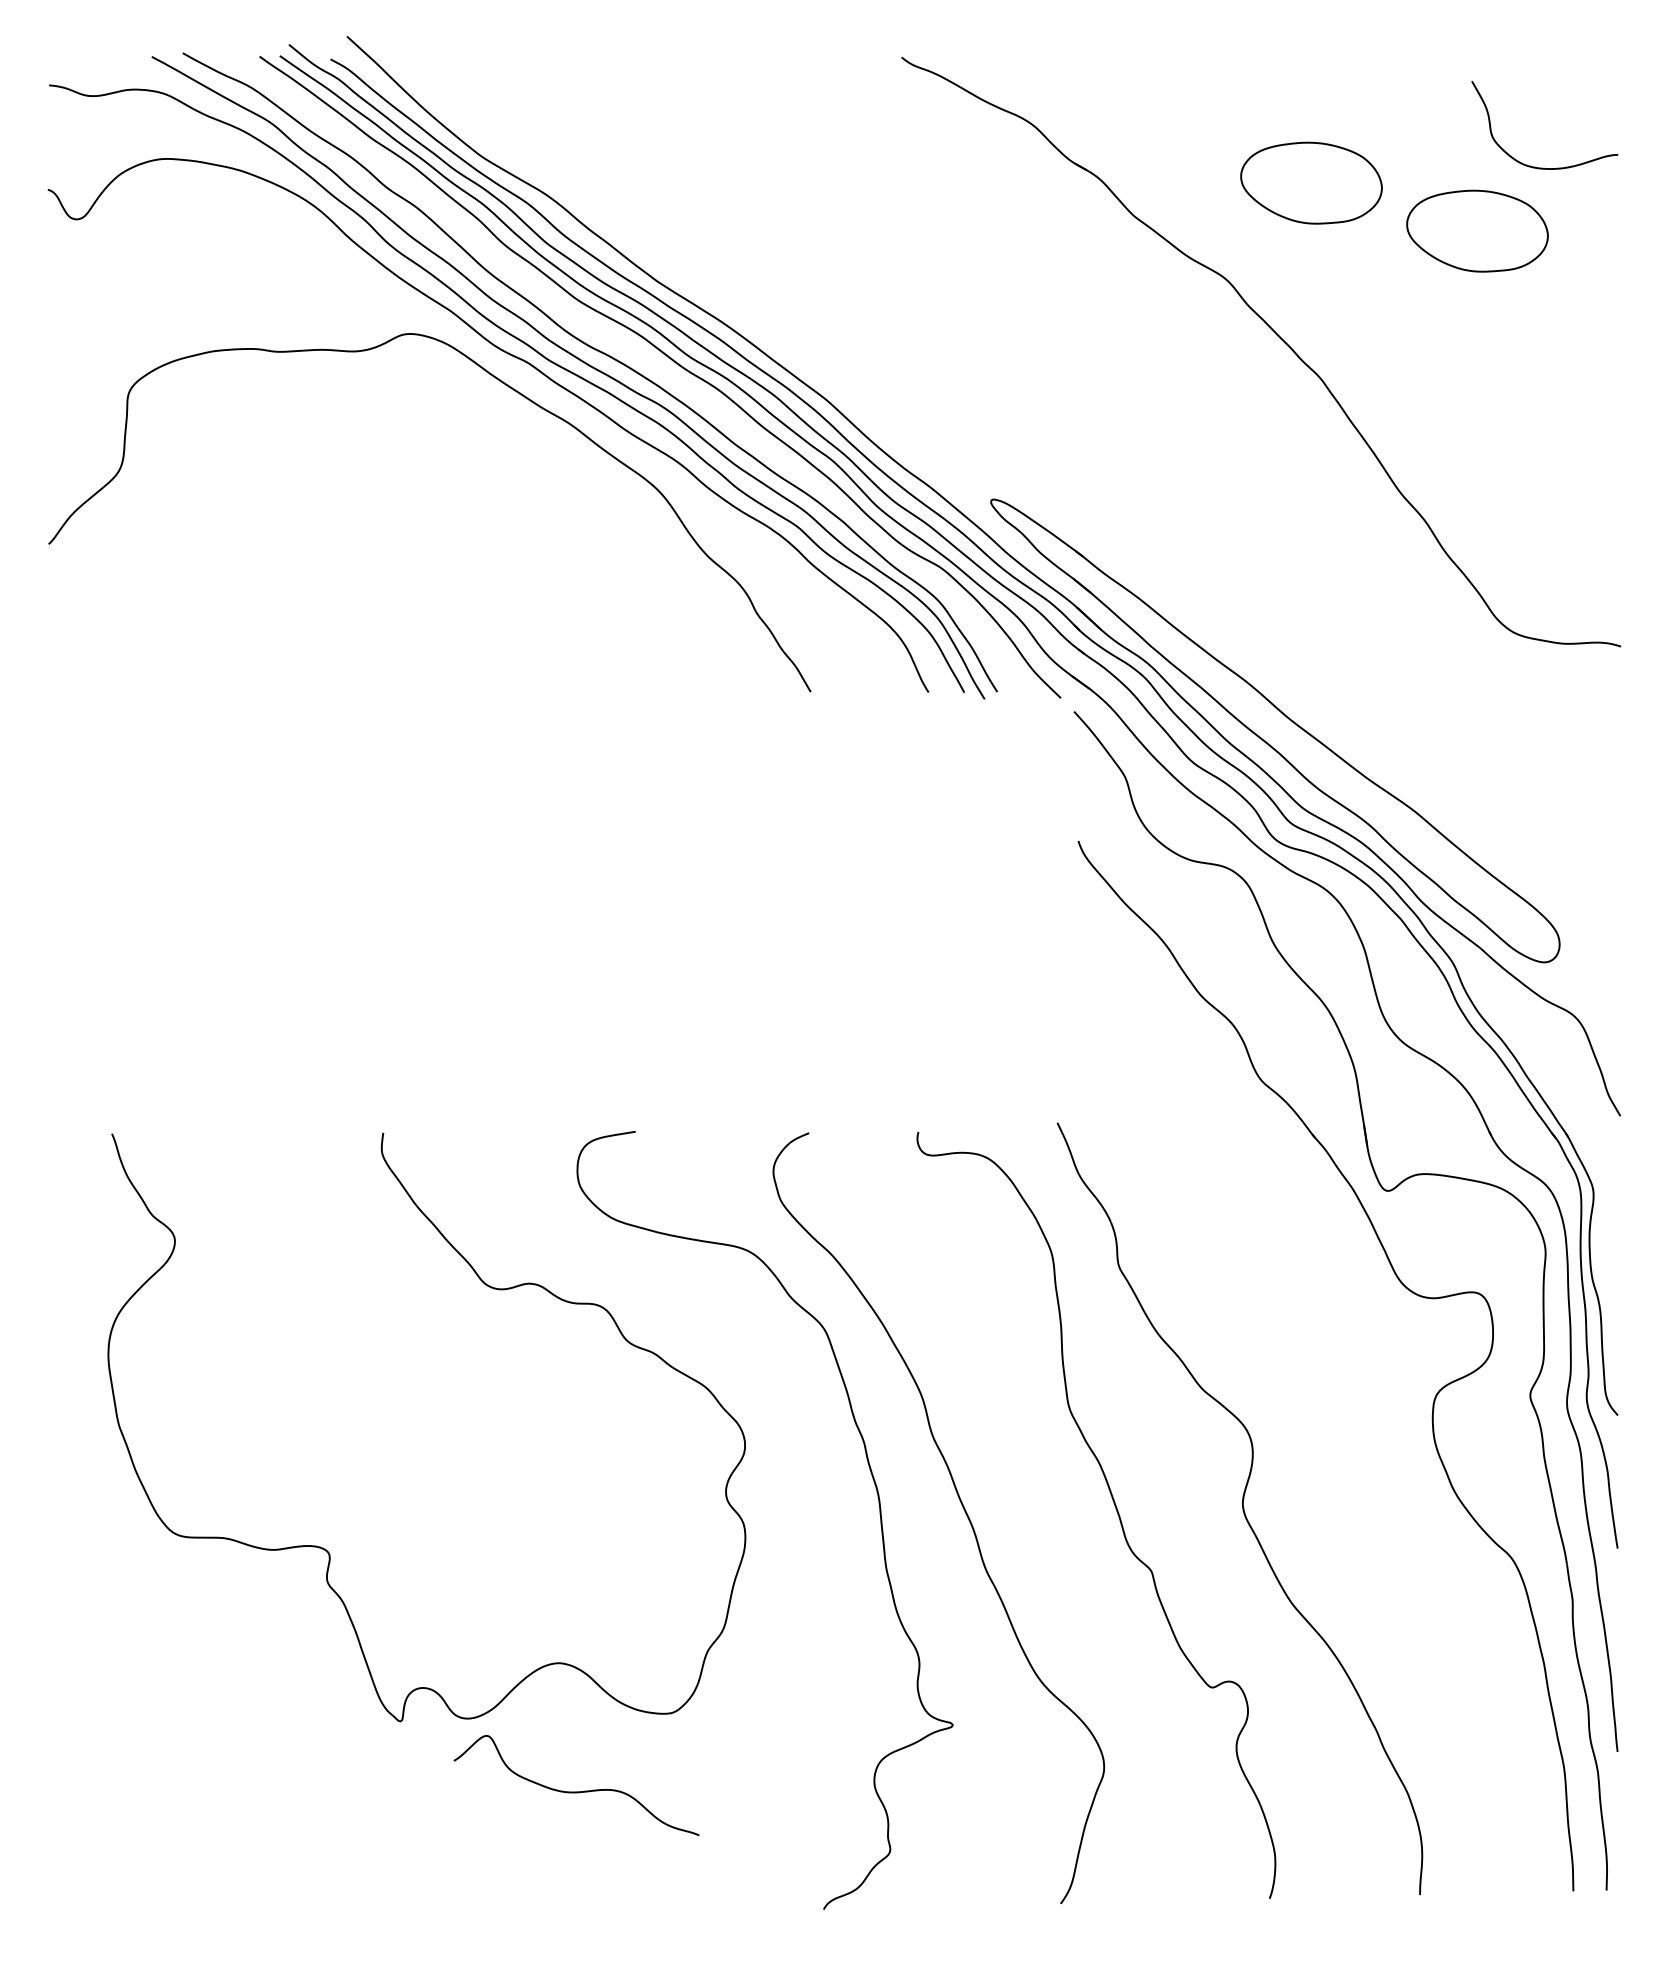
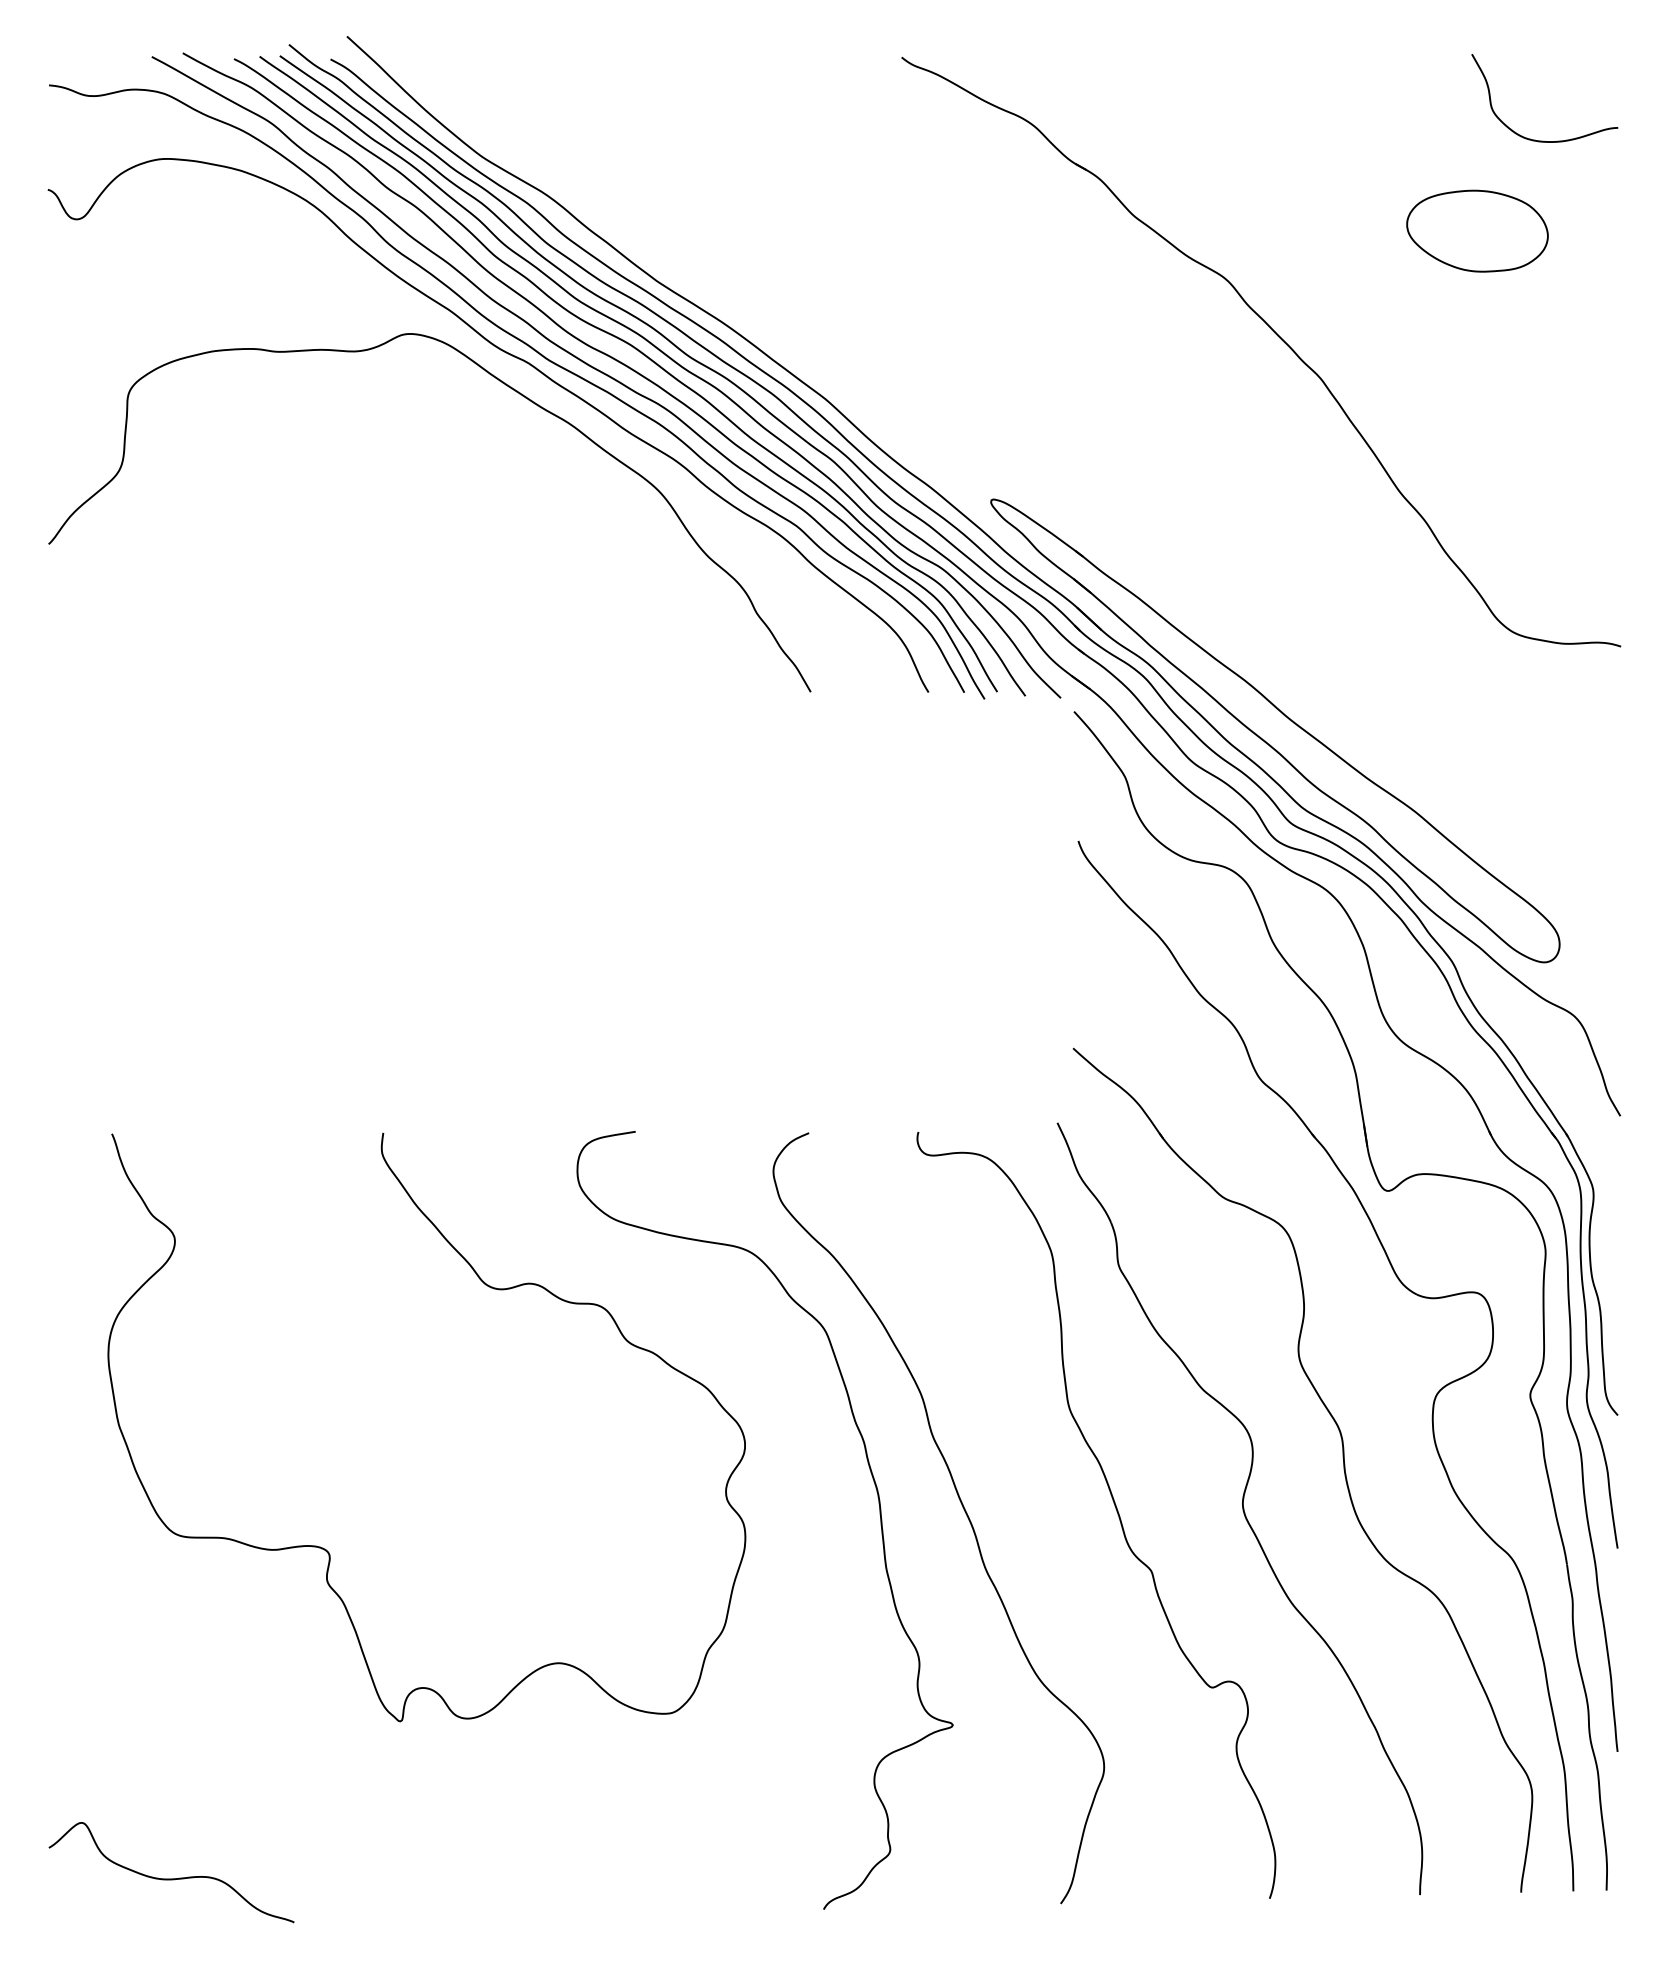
curve at (1535, 166) position: (1535, 166) -> (1535, 139)
part at (1311, 182): present -> none
curve at (643, 355): none -> present
part at (1343, 1469): none -> present
curve at (576, 1791) position: (576, 1791) -> (171, 1878)
